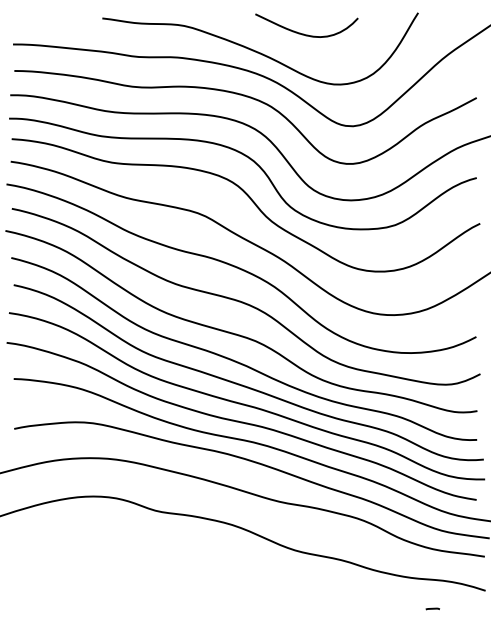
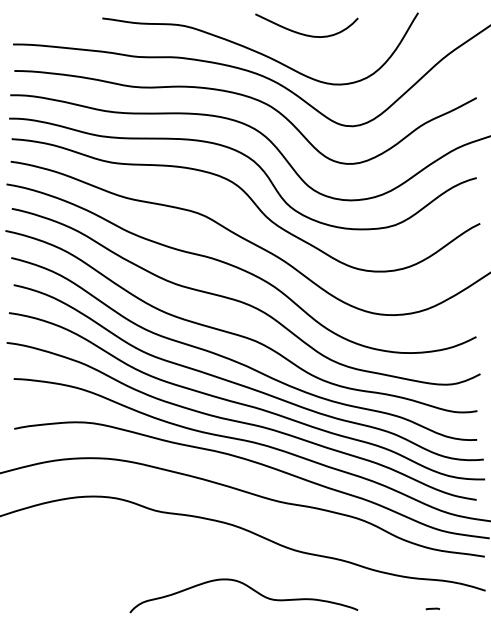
curve at (247, 587): none -> present
